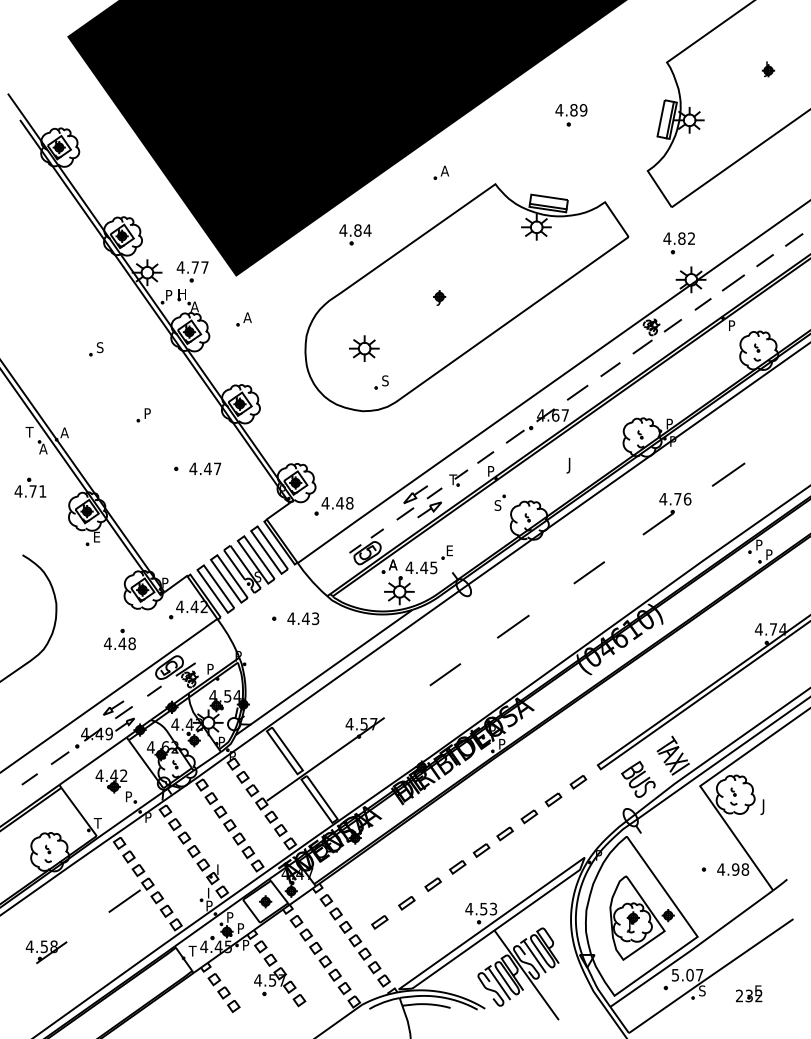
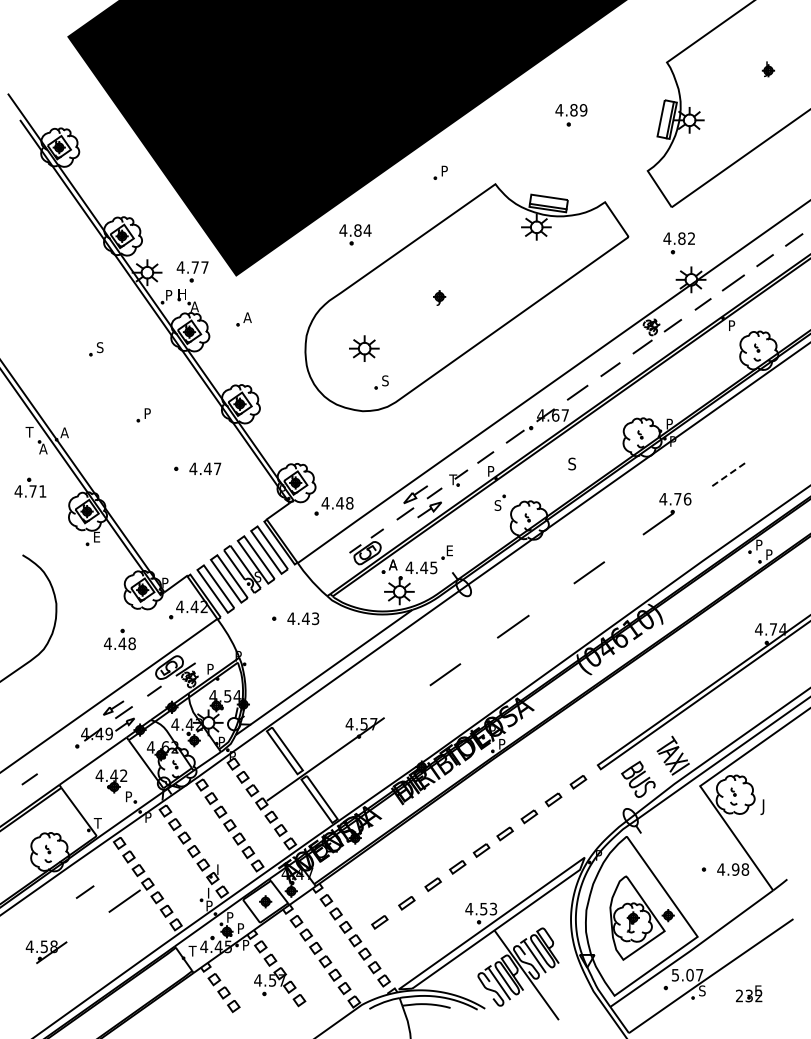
text at (444, 170): A -> P
text at (571, 465): J -> S
line at (728, 475): solid -> dashed
line at (59, 757) position: (59, 757) -> (84, 891)
